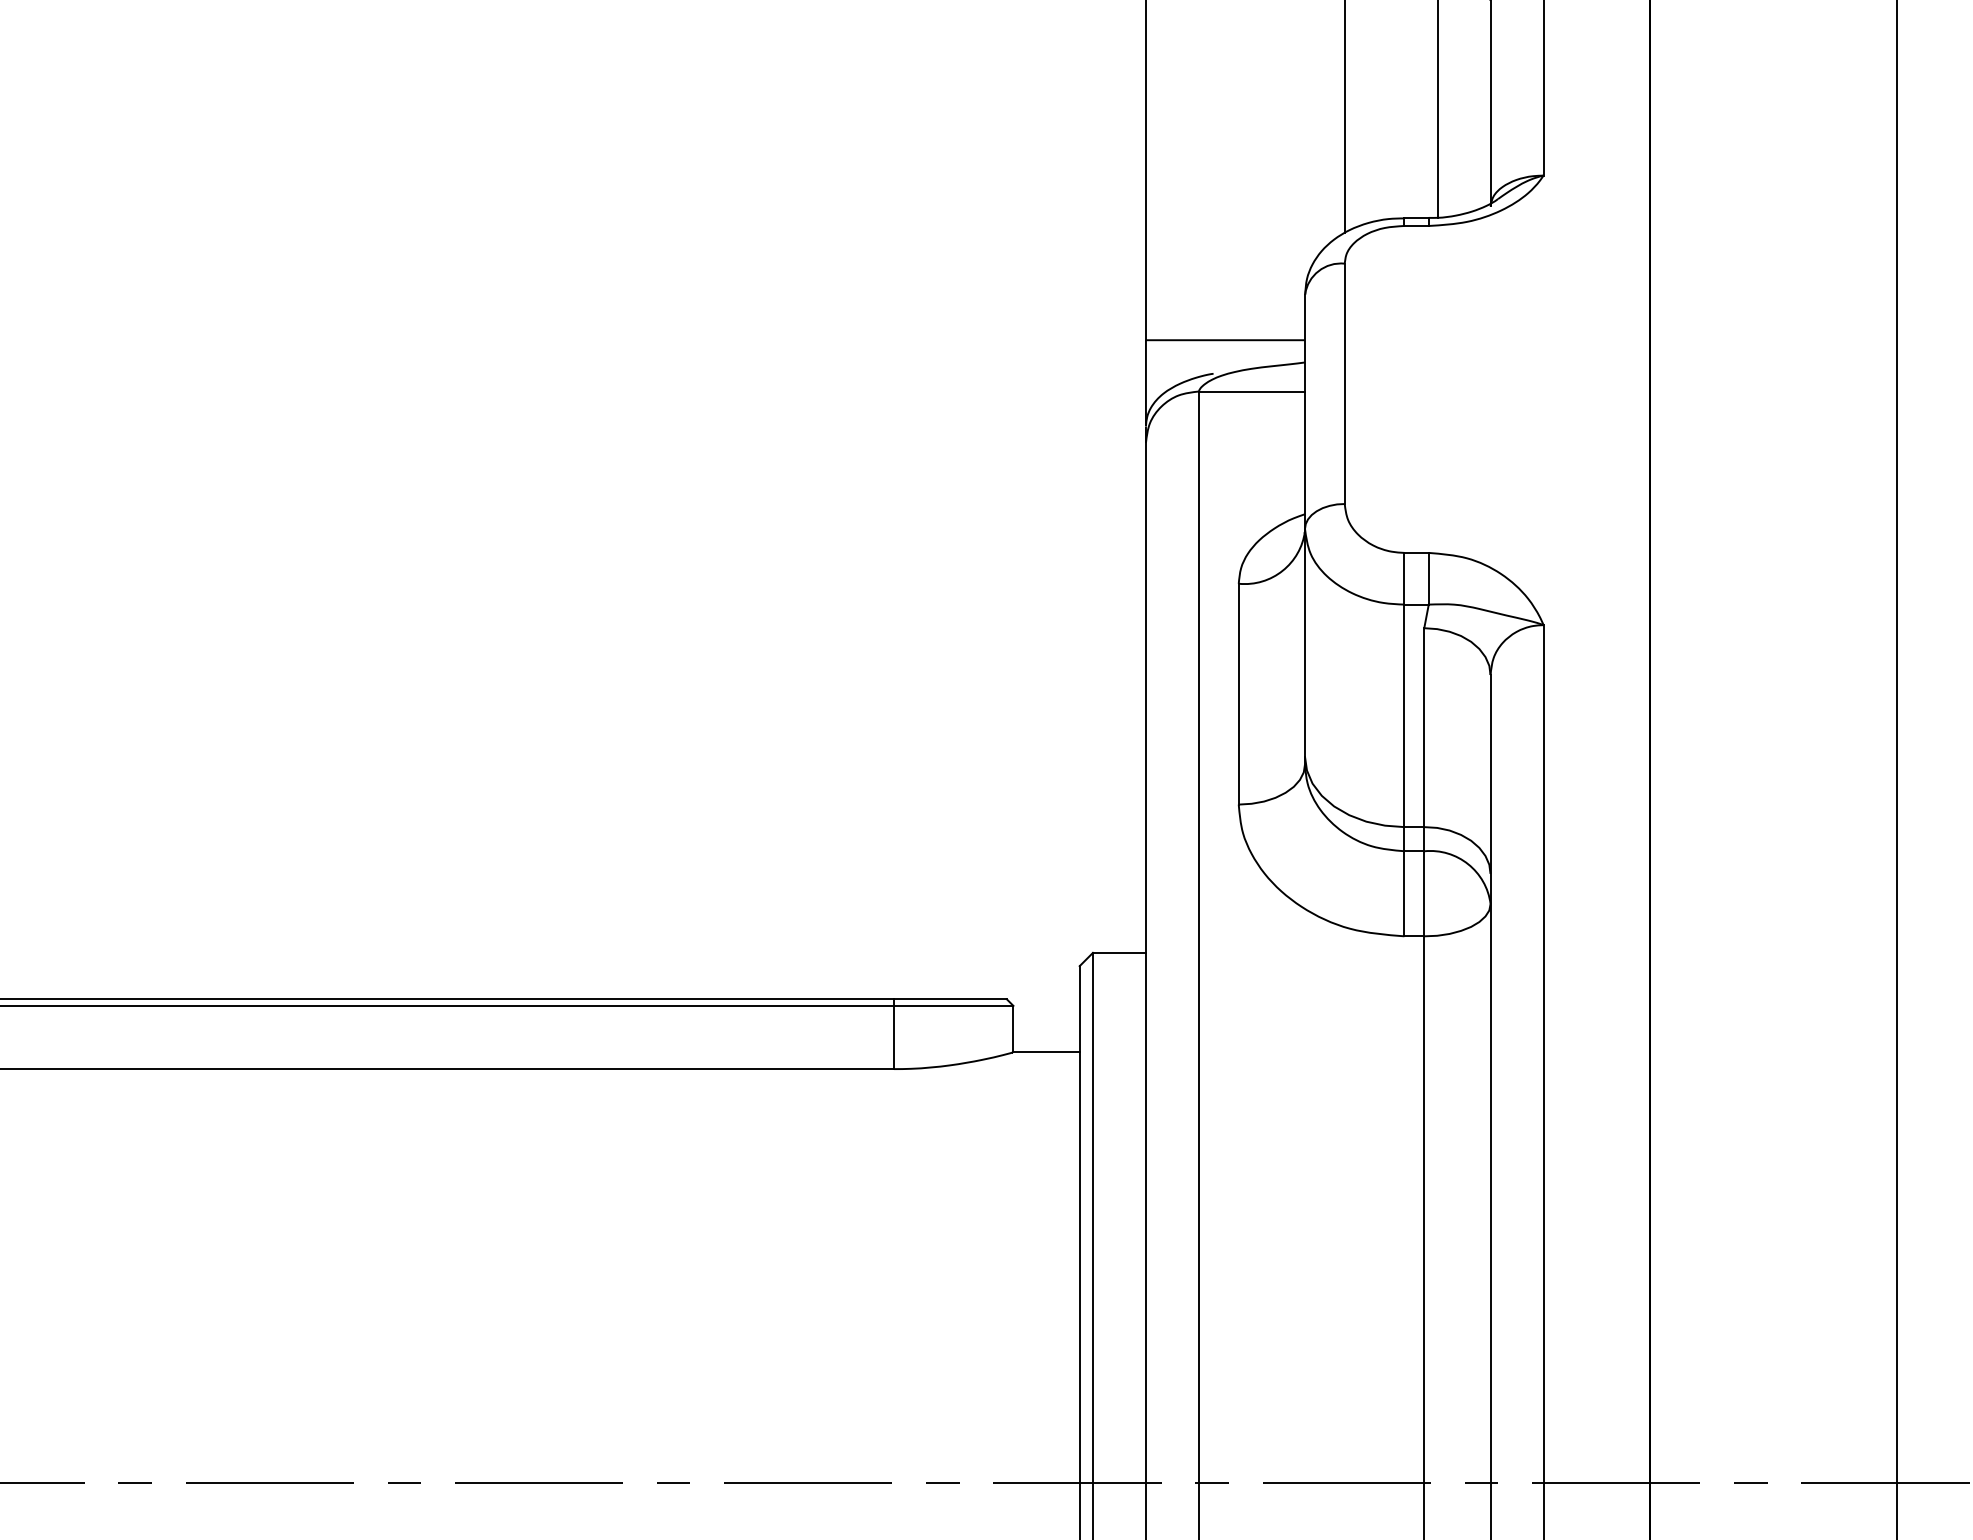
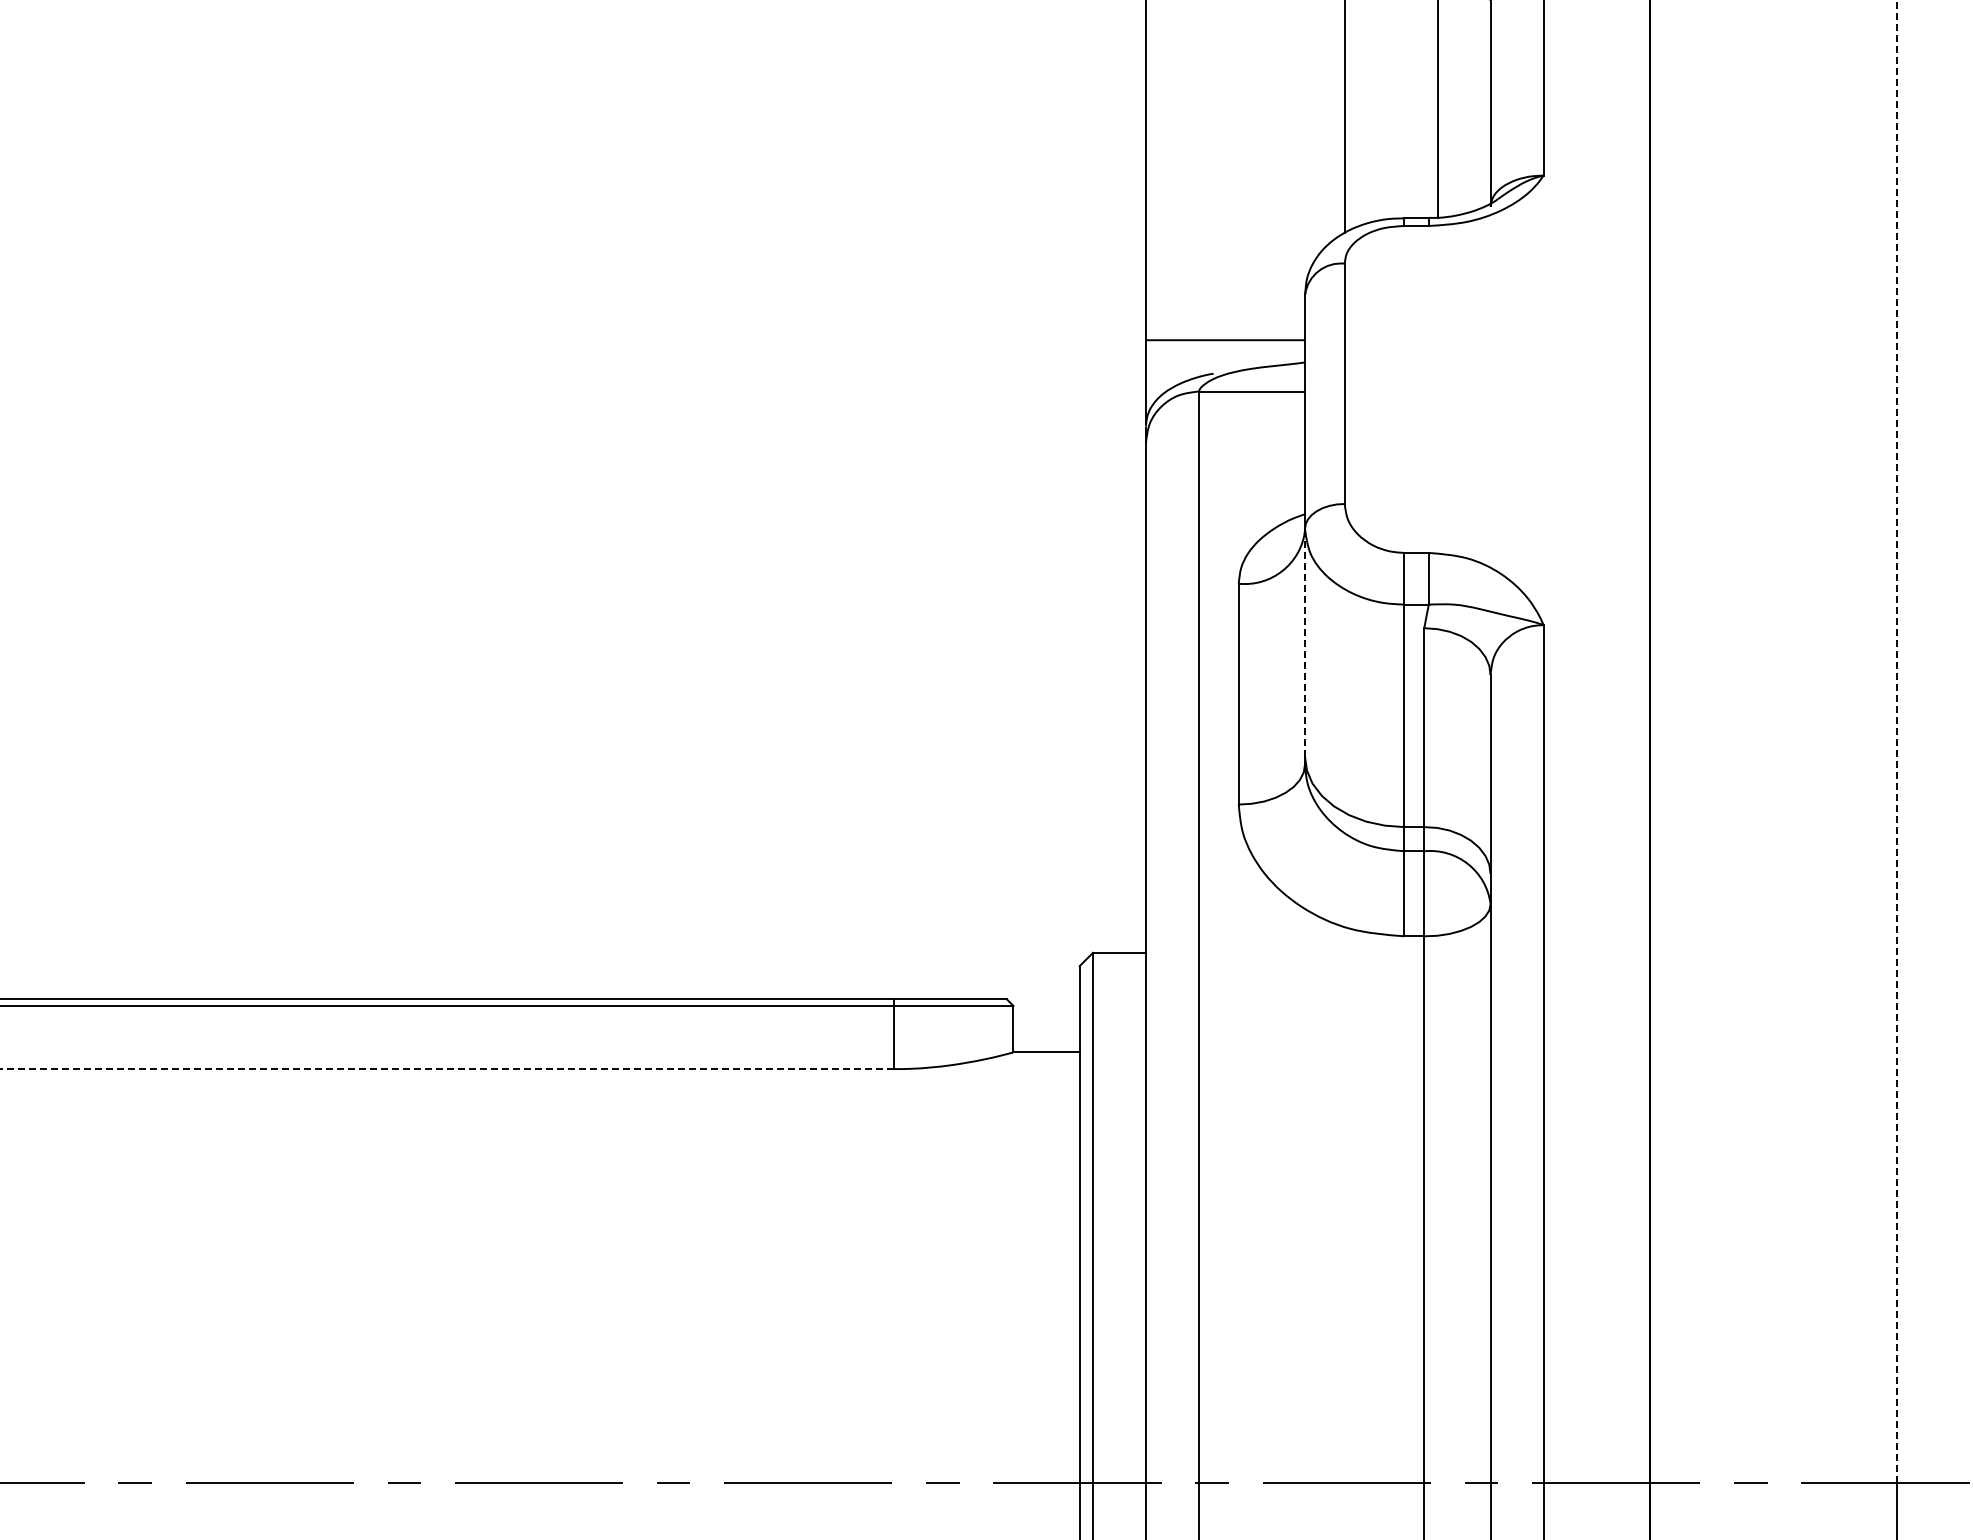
line at (1305, 642): solid -> dashed
line at (1897, 741): solid -> dashed
line at (447, 1069): solid -> dashed
